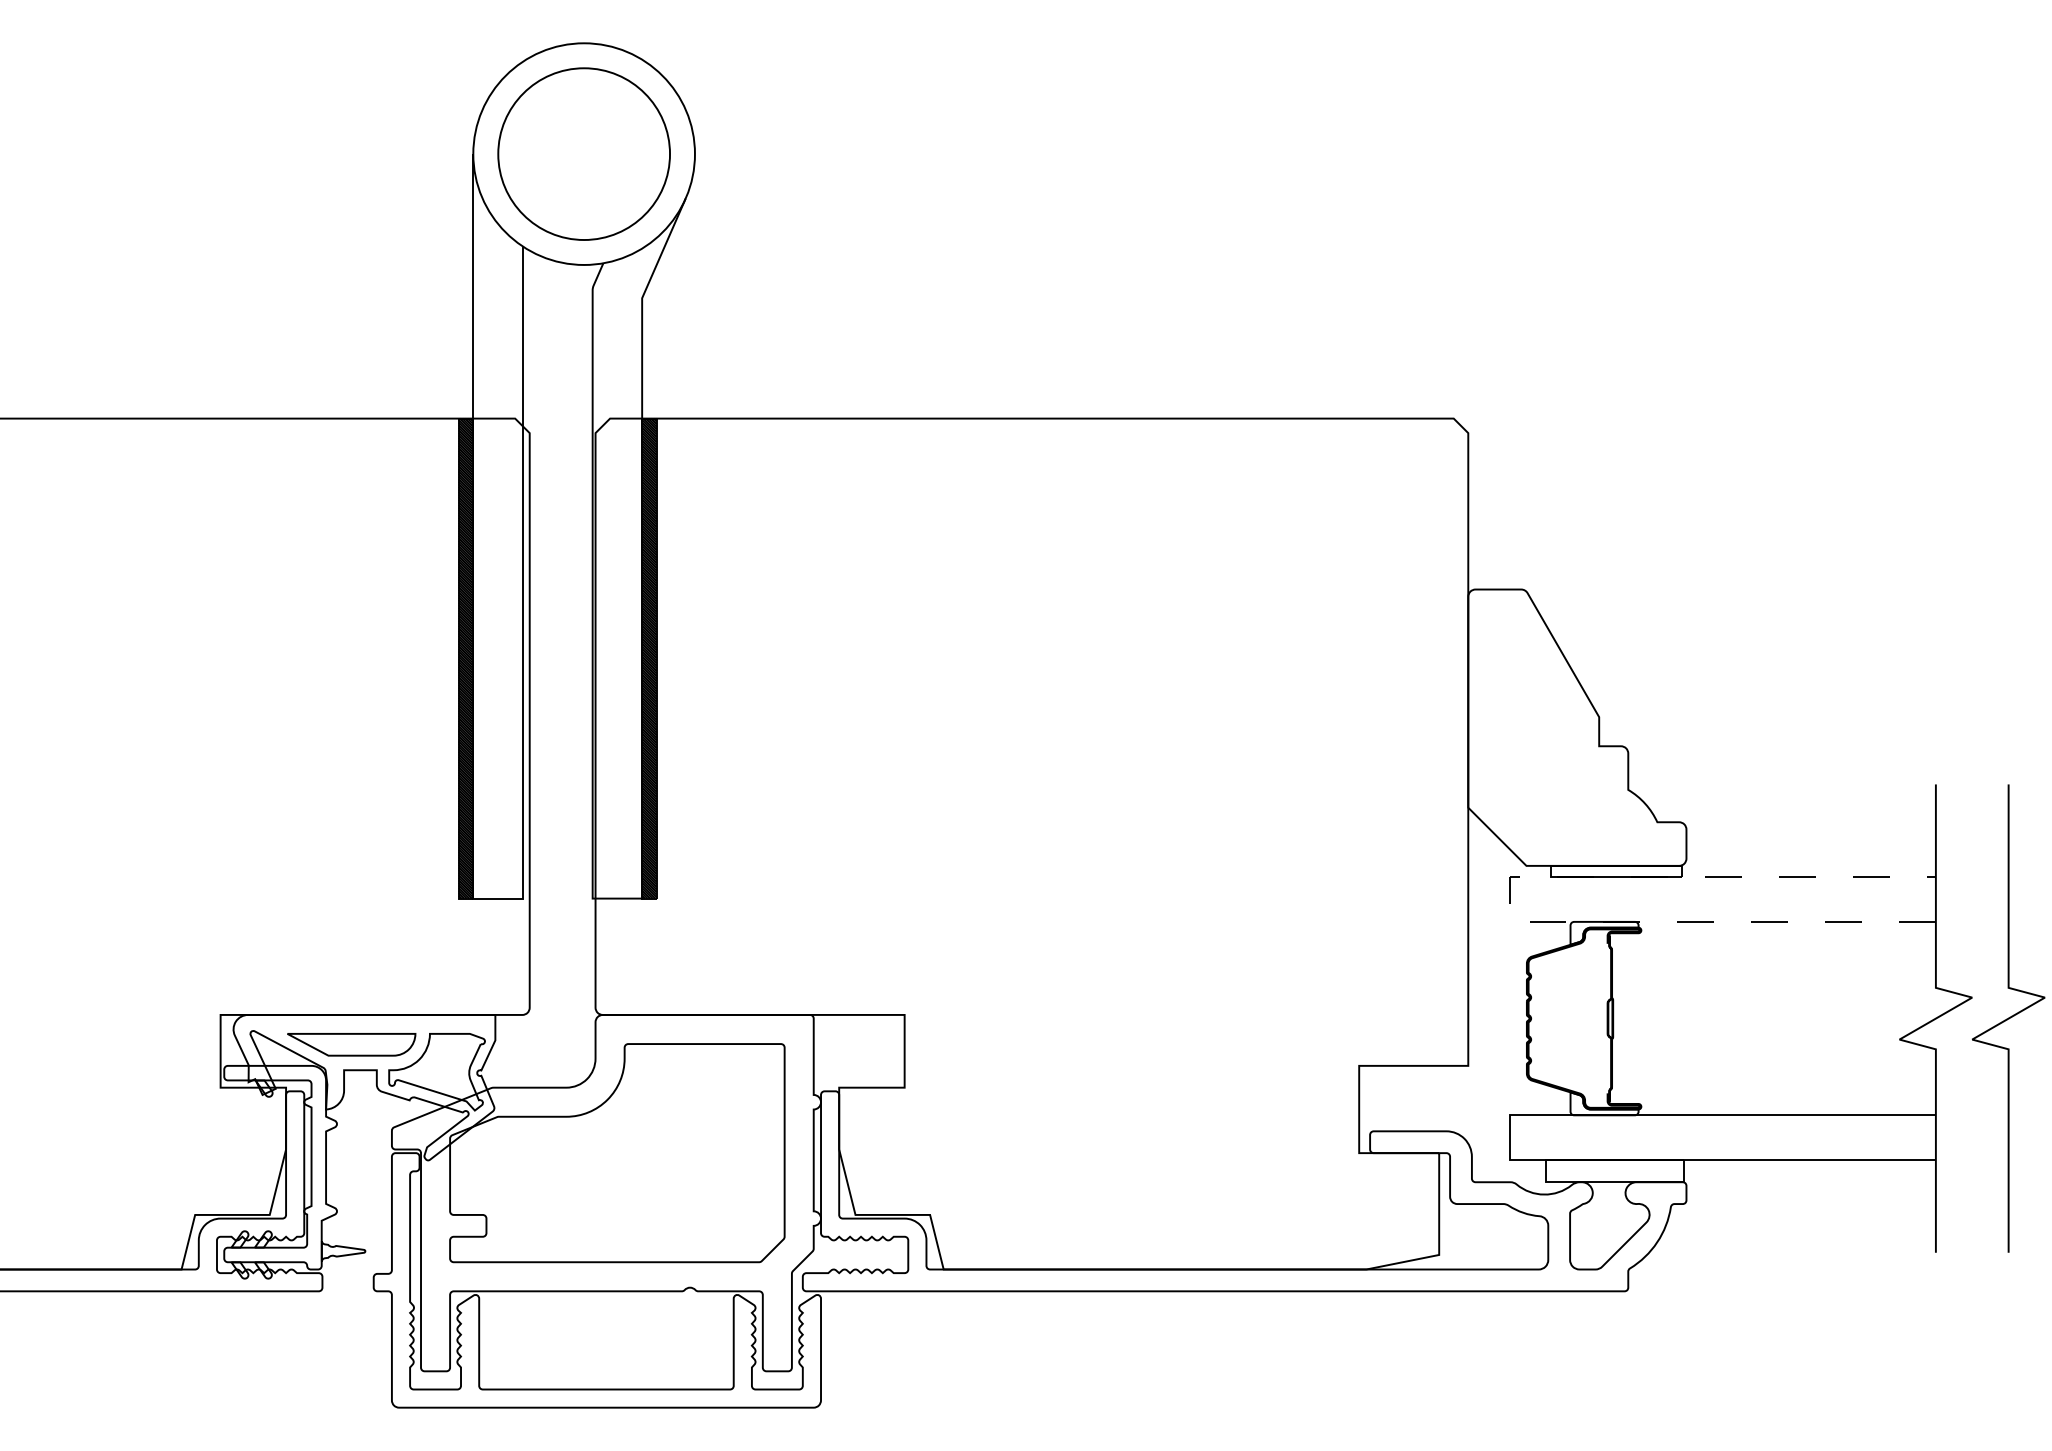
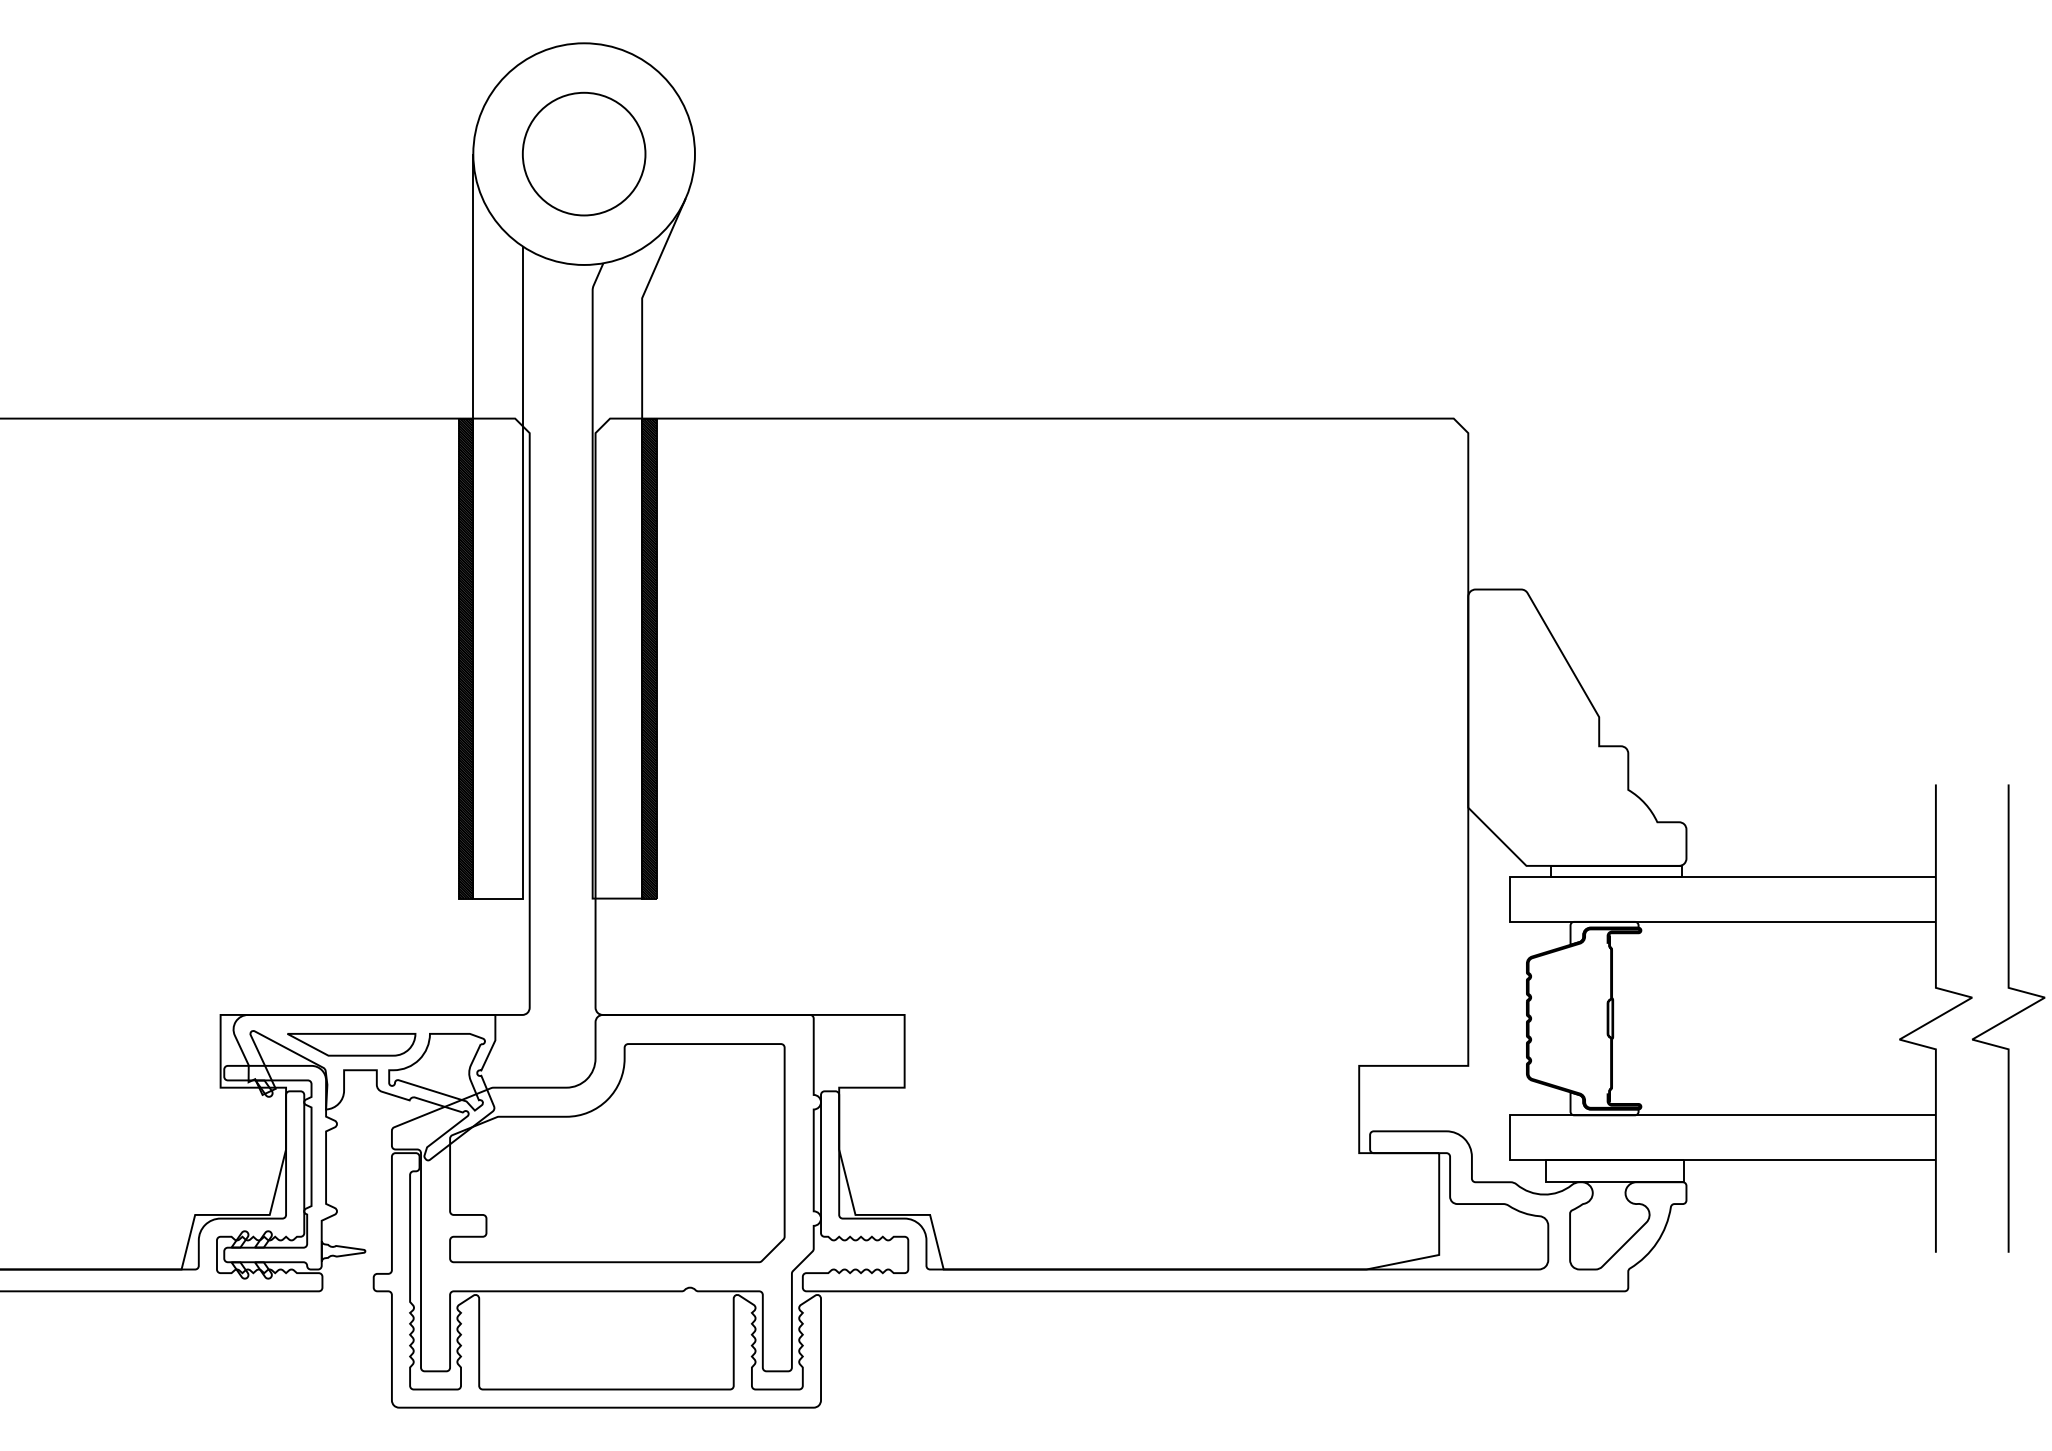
circle at (584, 154) diameter: 172 px -> 123 px
line at (1510, 899): dashed -> solid
